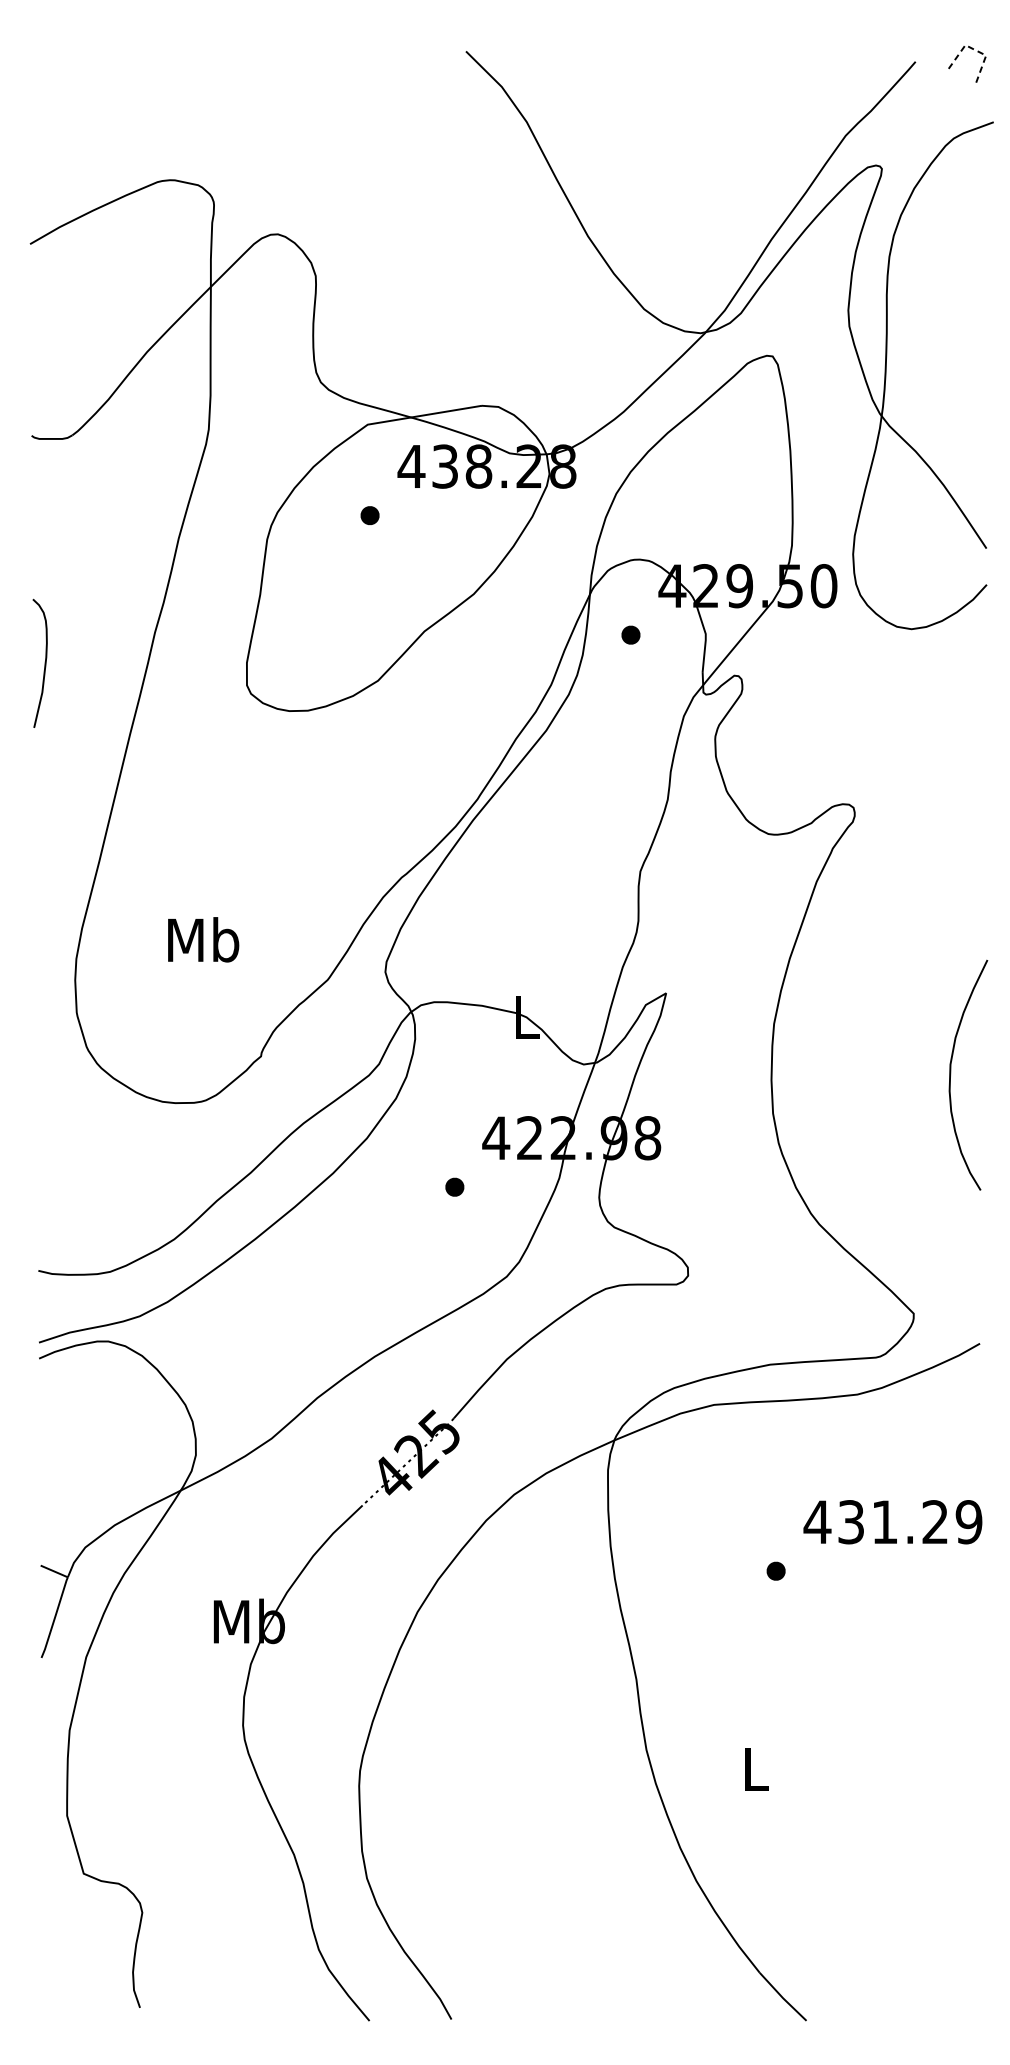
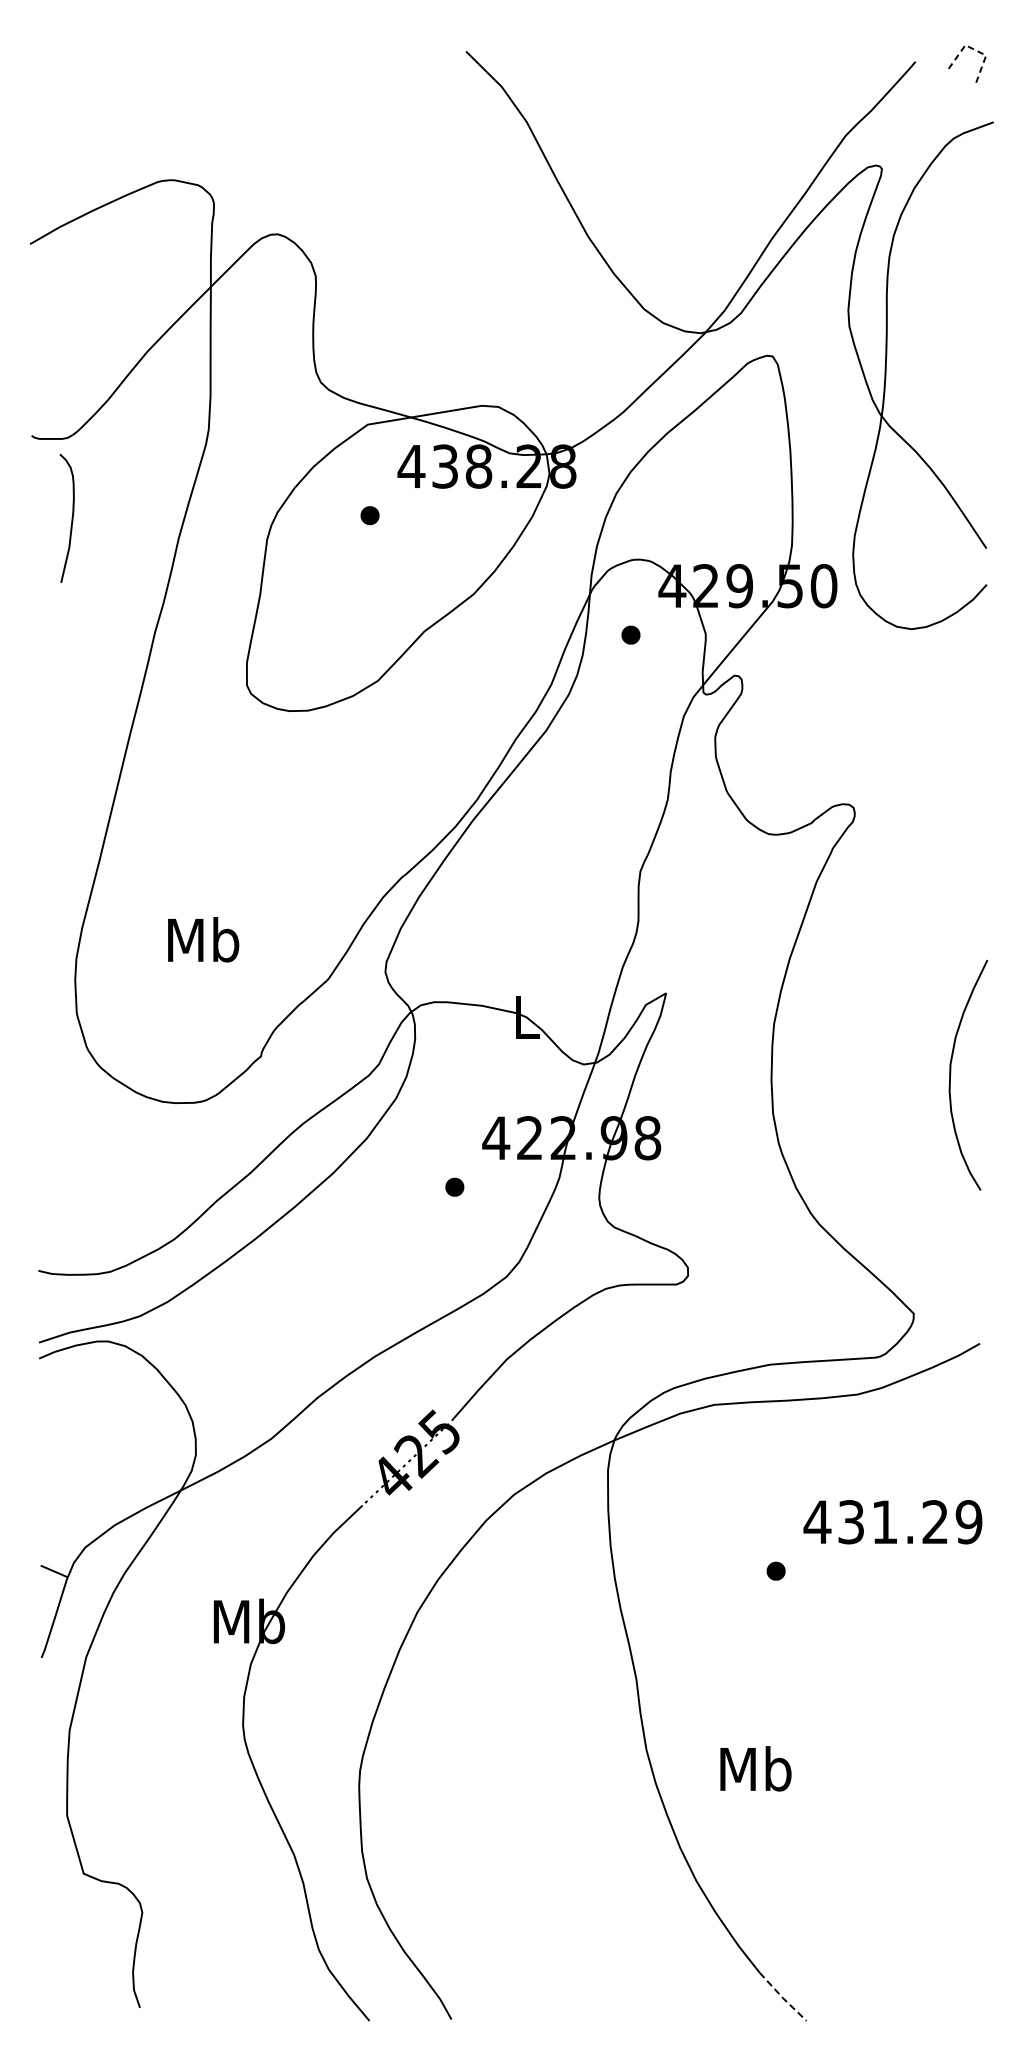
curve at (44, 662) position: (44, 662) -> (71, 517)
text at (755, 1768): L -> Mb
line at (783, 1998): solid -> dashed
